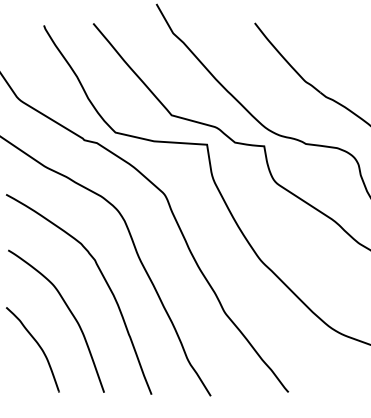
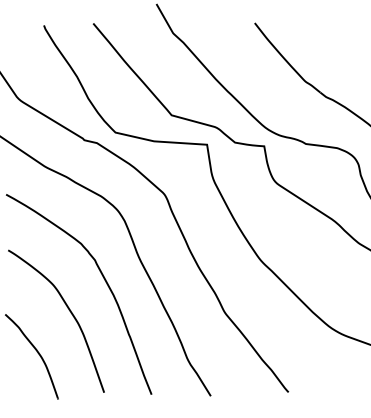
part at (38, 346) position: (38, 346) -> (37, 353)
